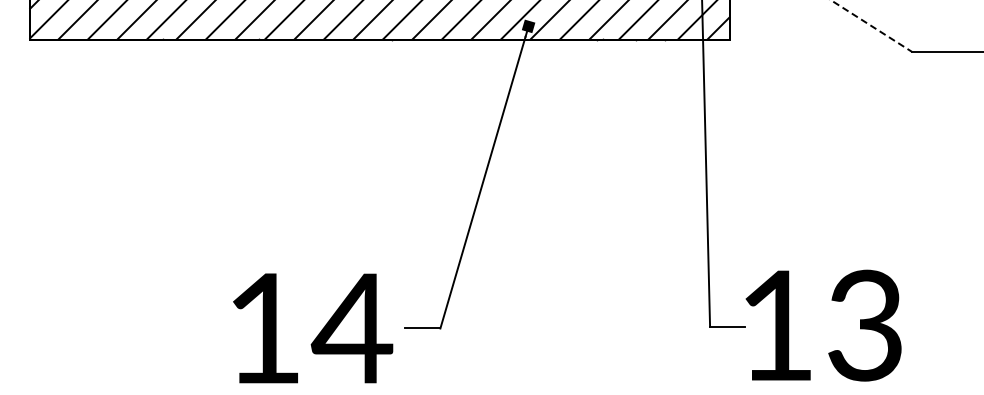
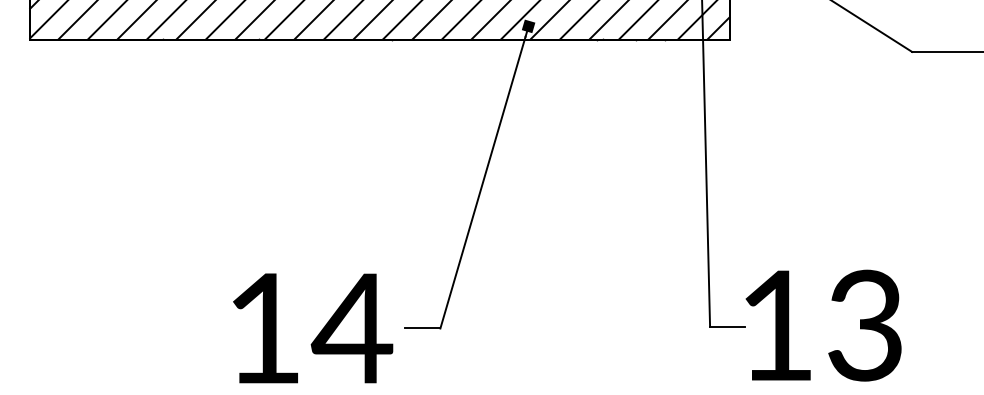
line at (871, 26): dashed -> solid
